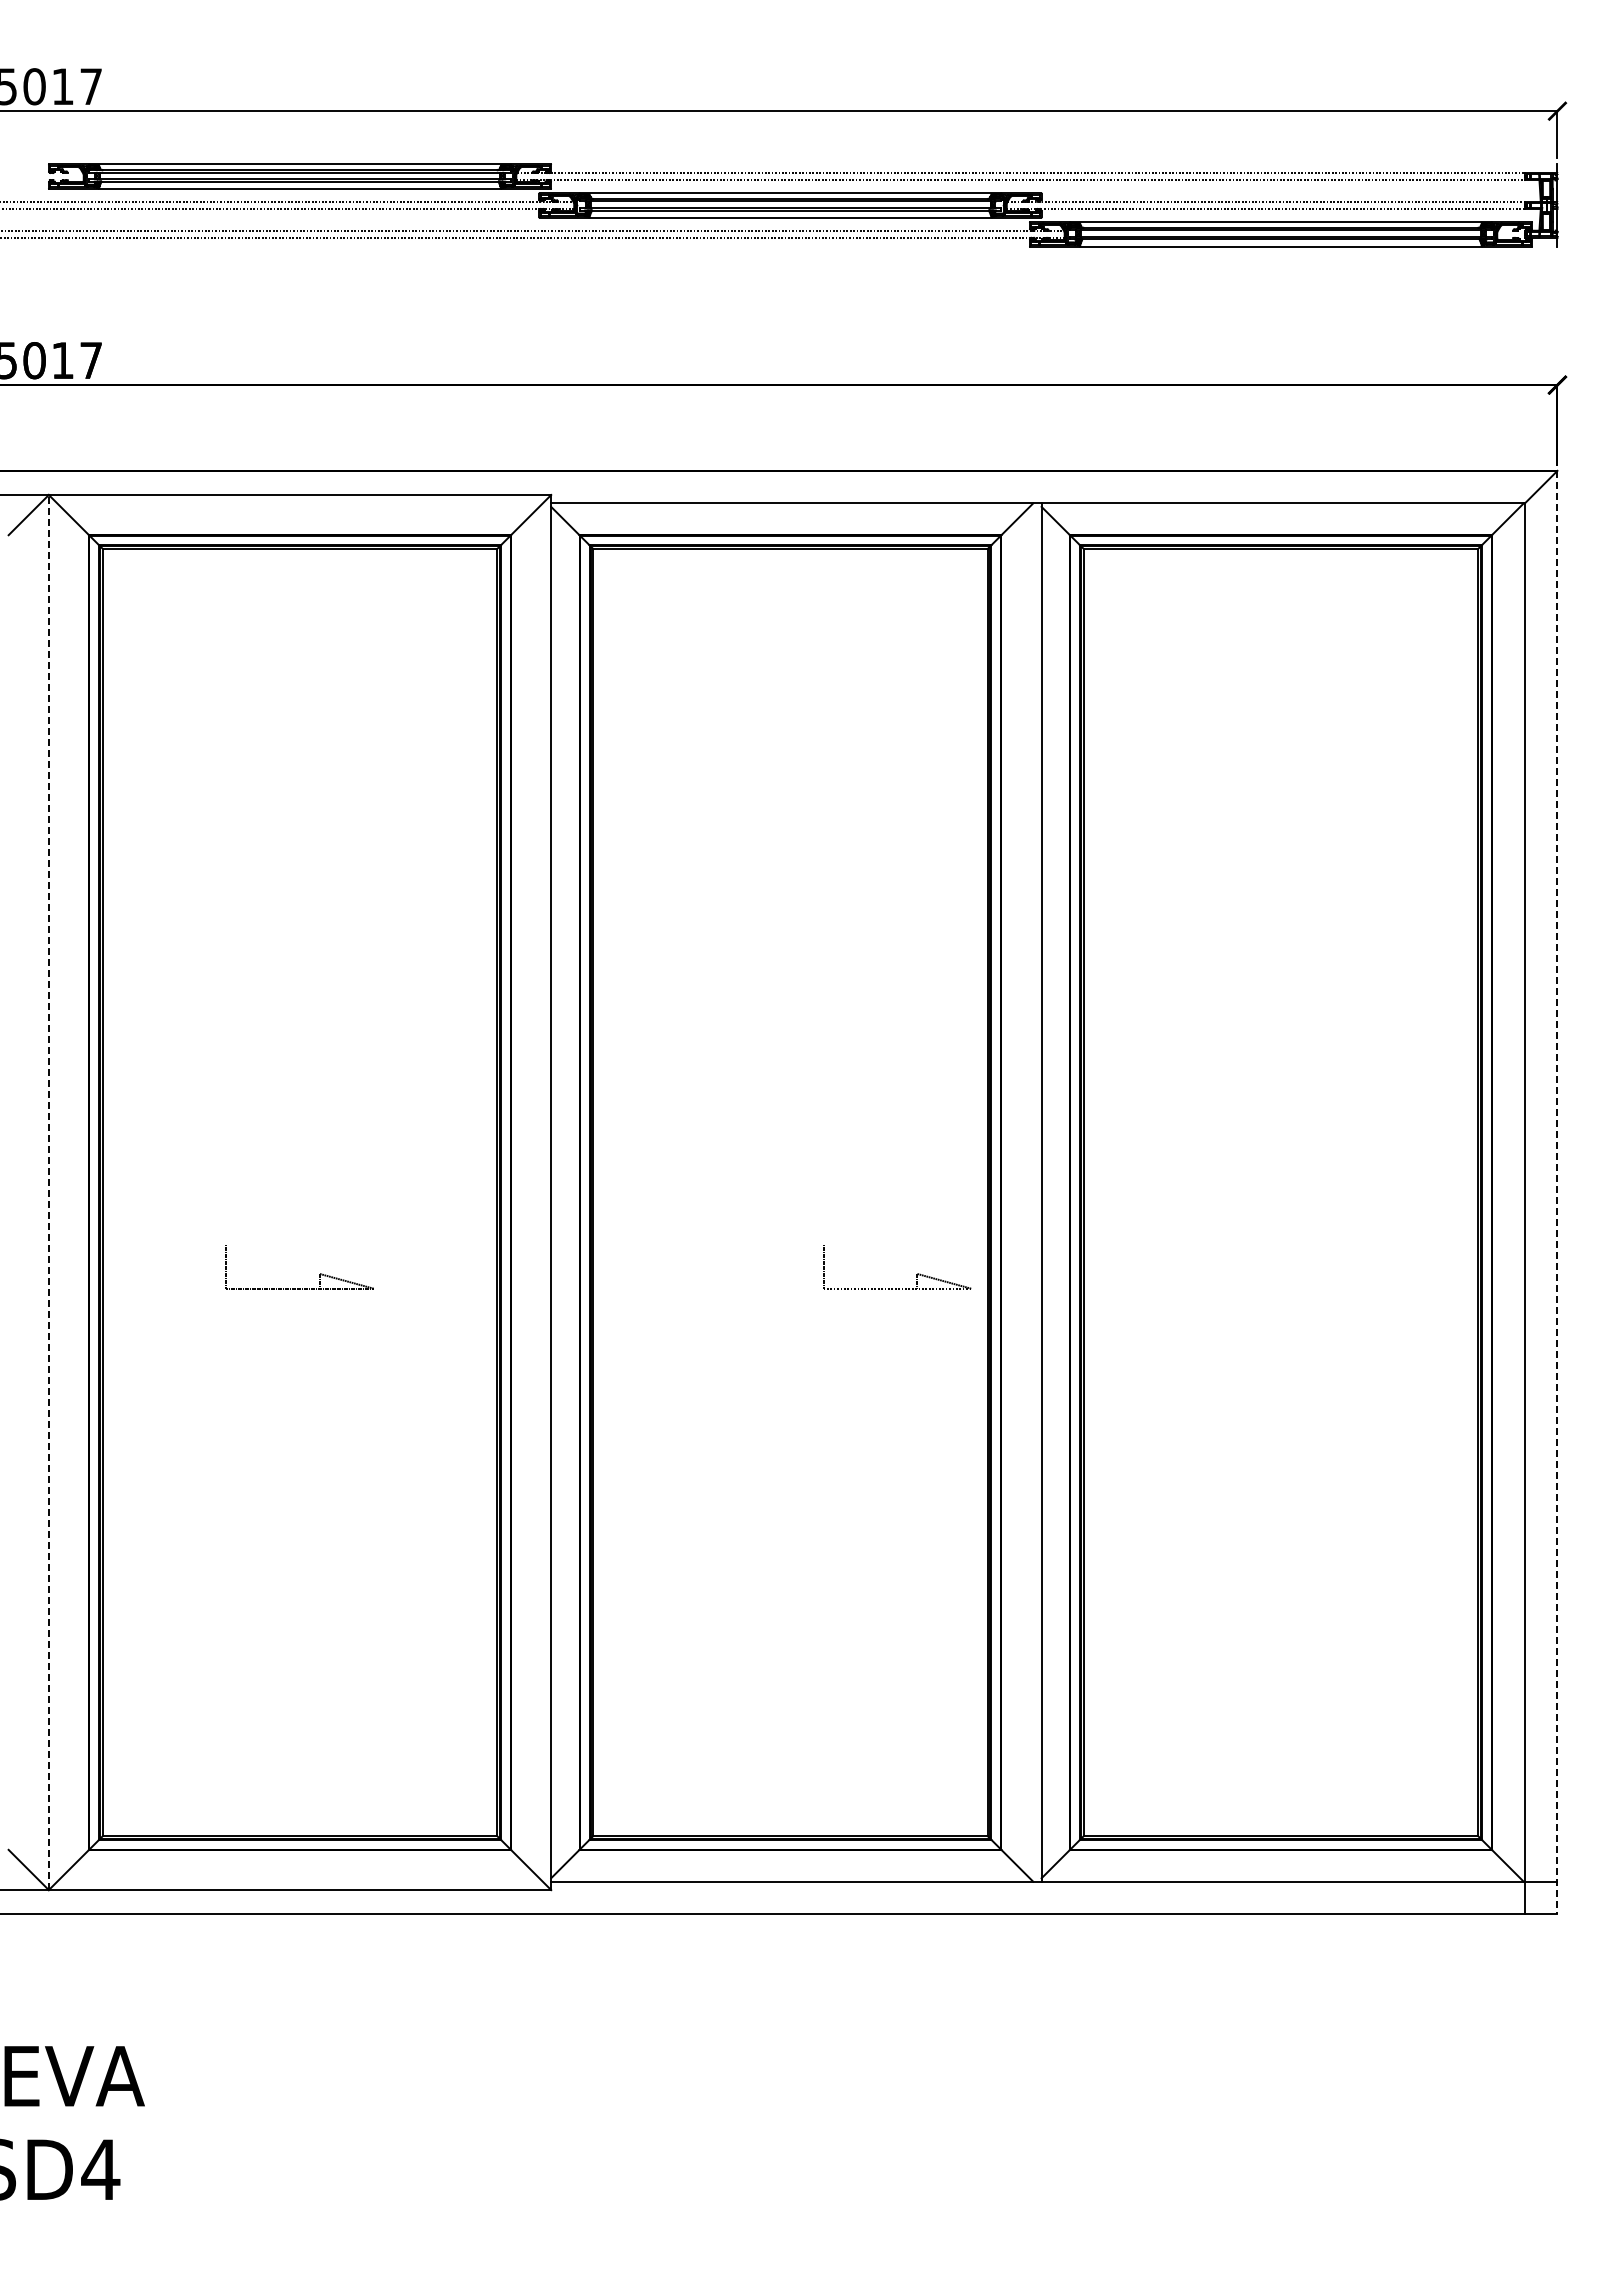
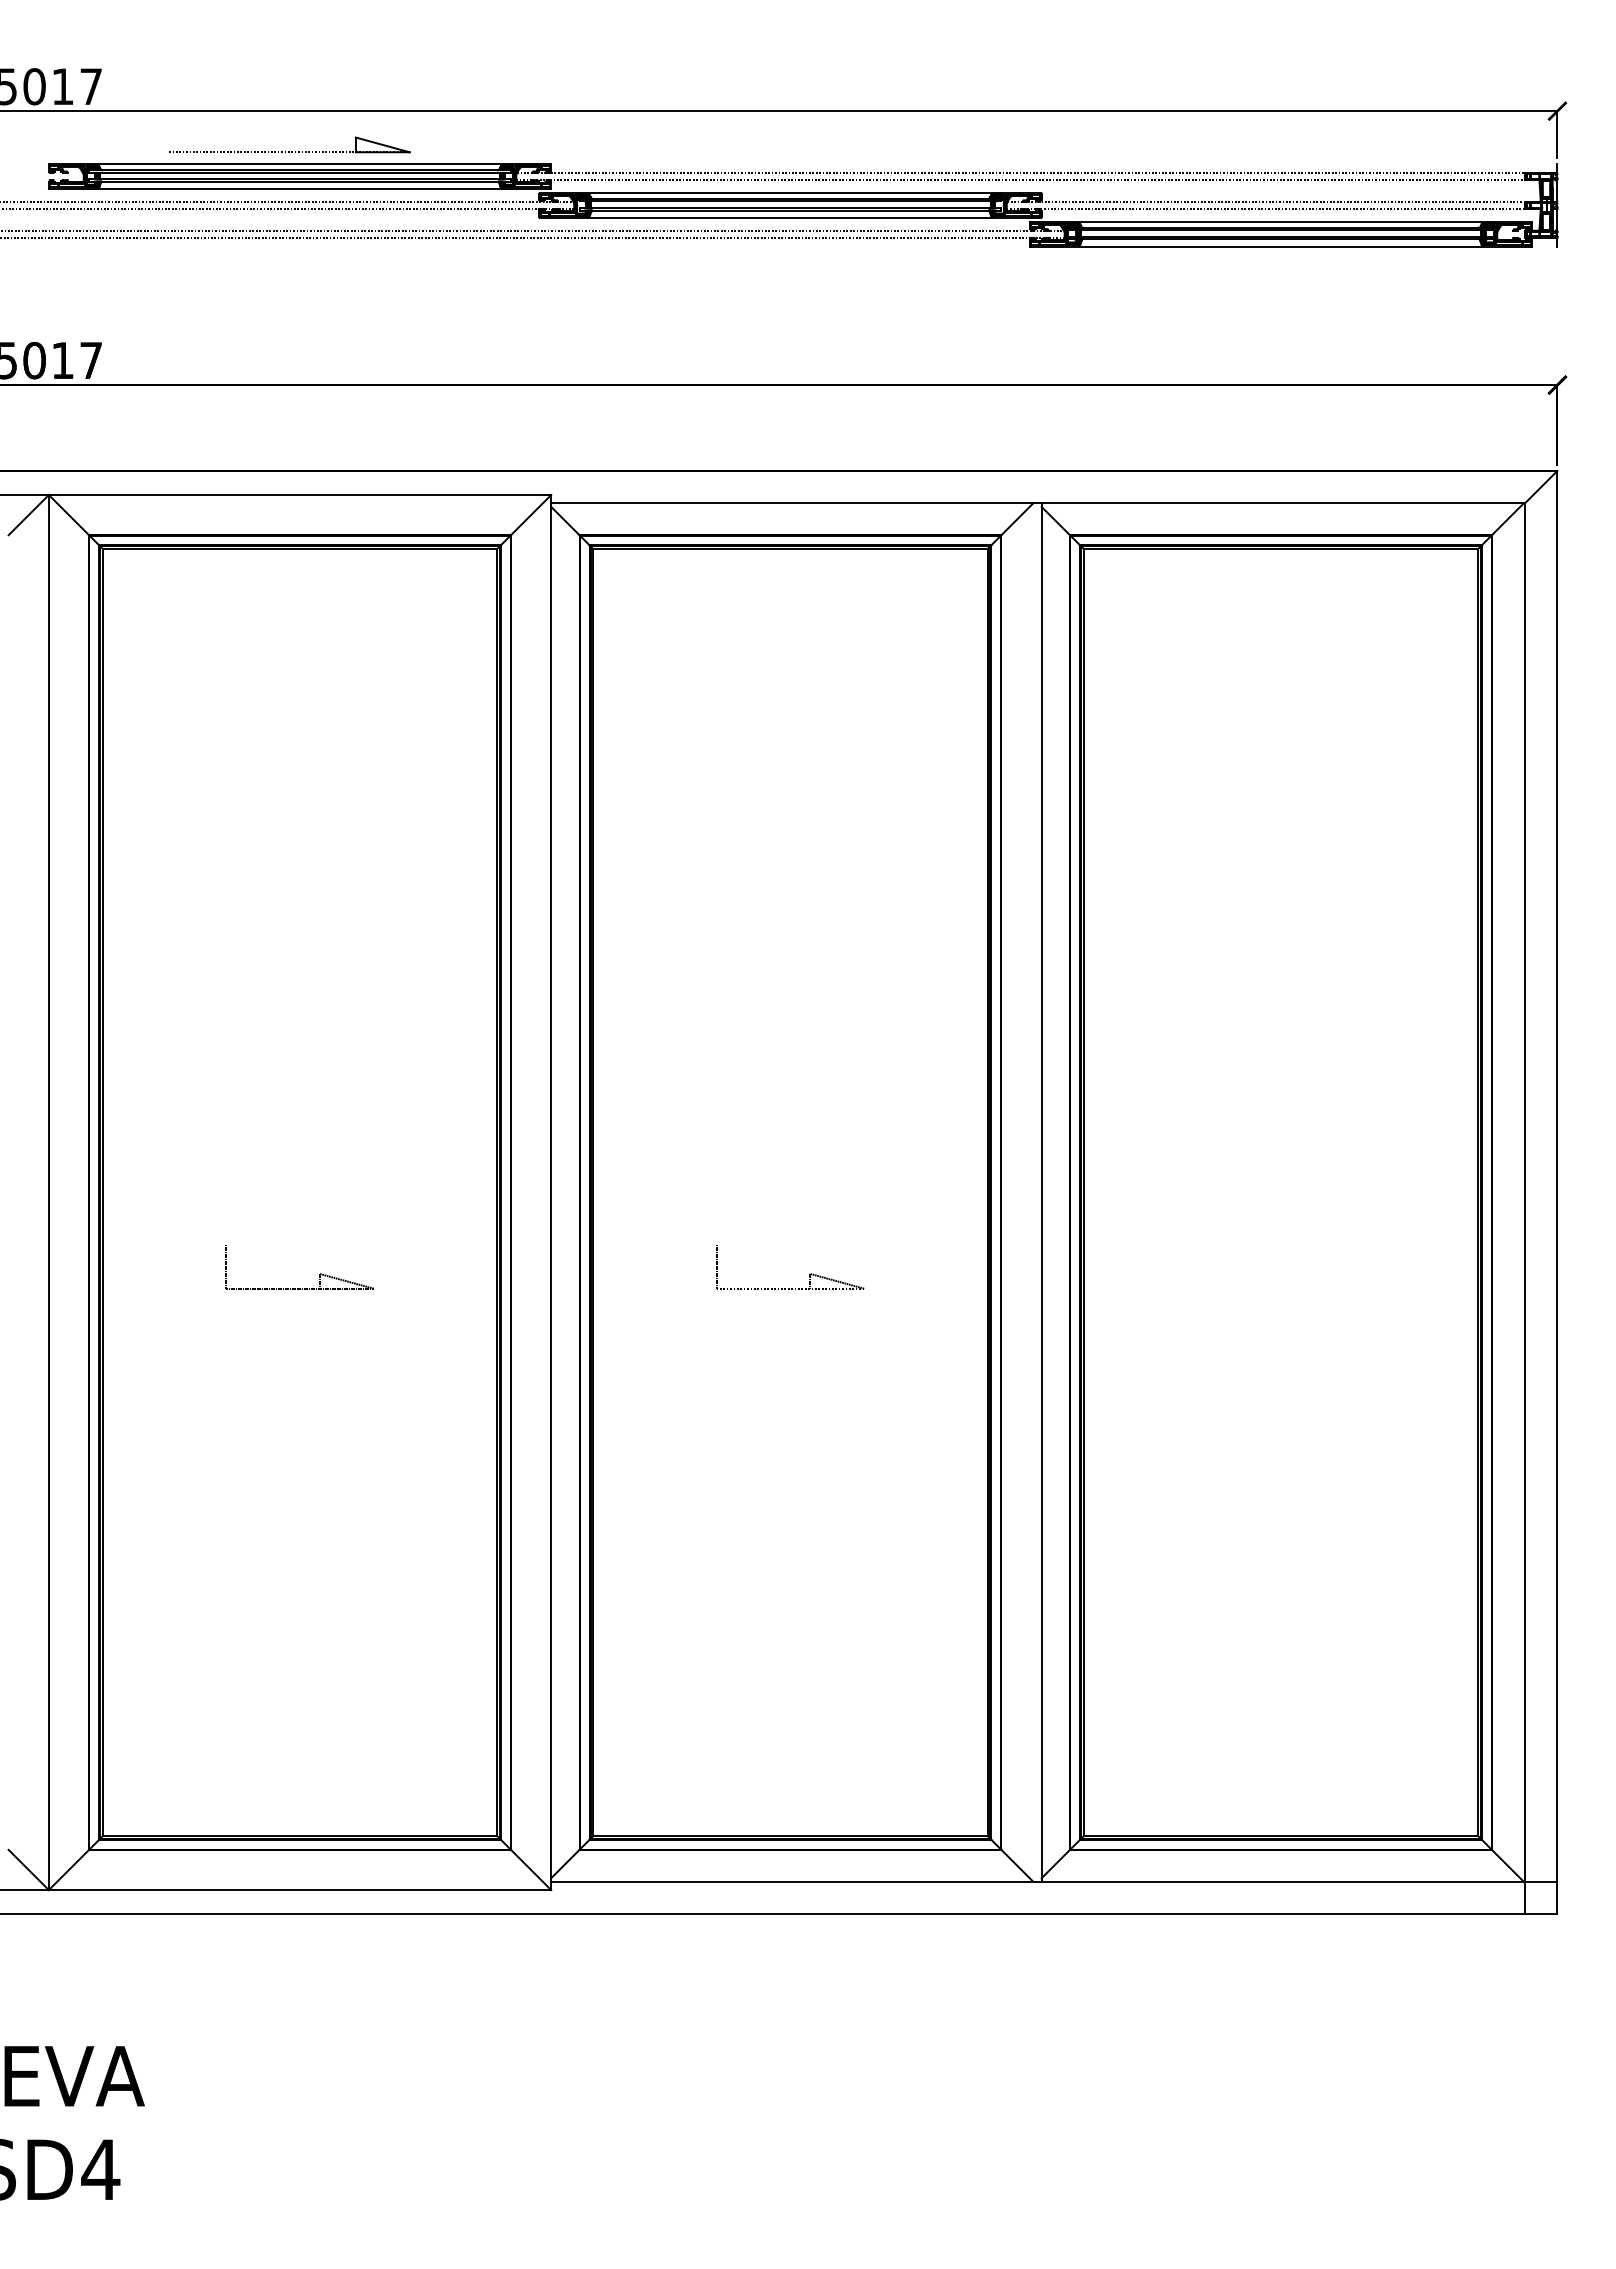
part at (289, 151): none -> present
line at (48, 1192): dashed -> solid
line at (1557, 1192): dashed -> solid
part at (916, 1274) position: (916, 1274) -> (809, 1274)
